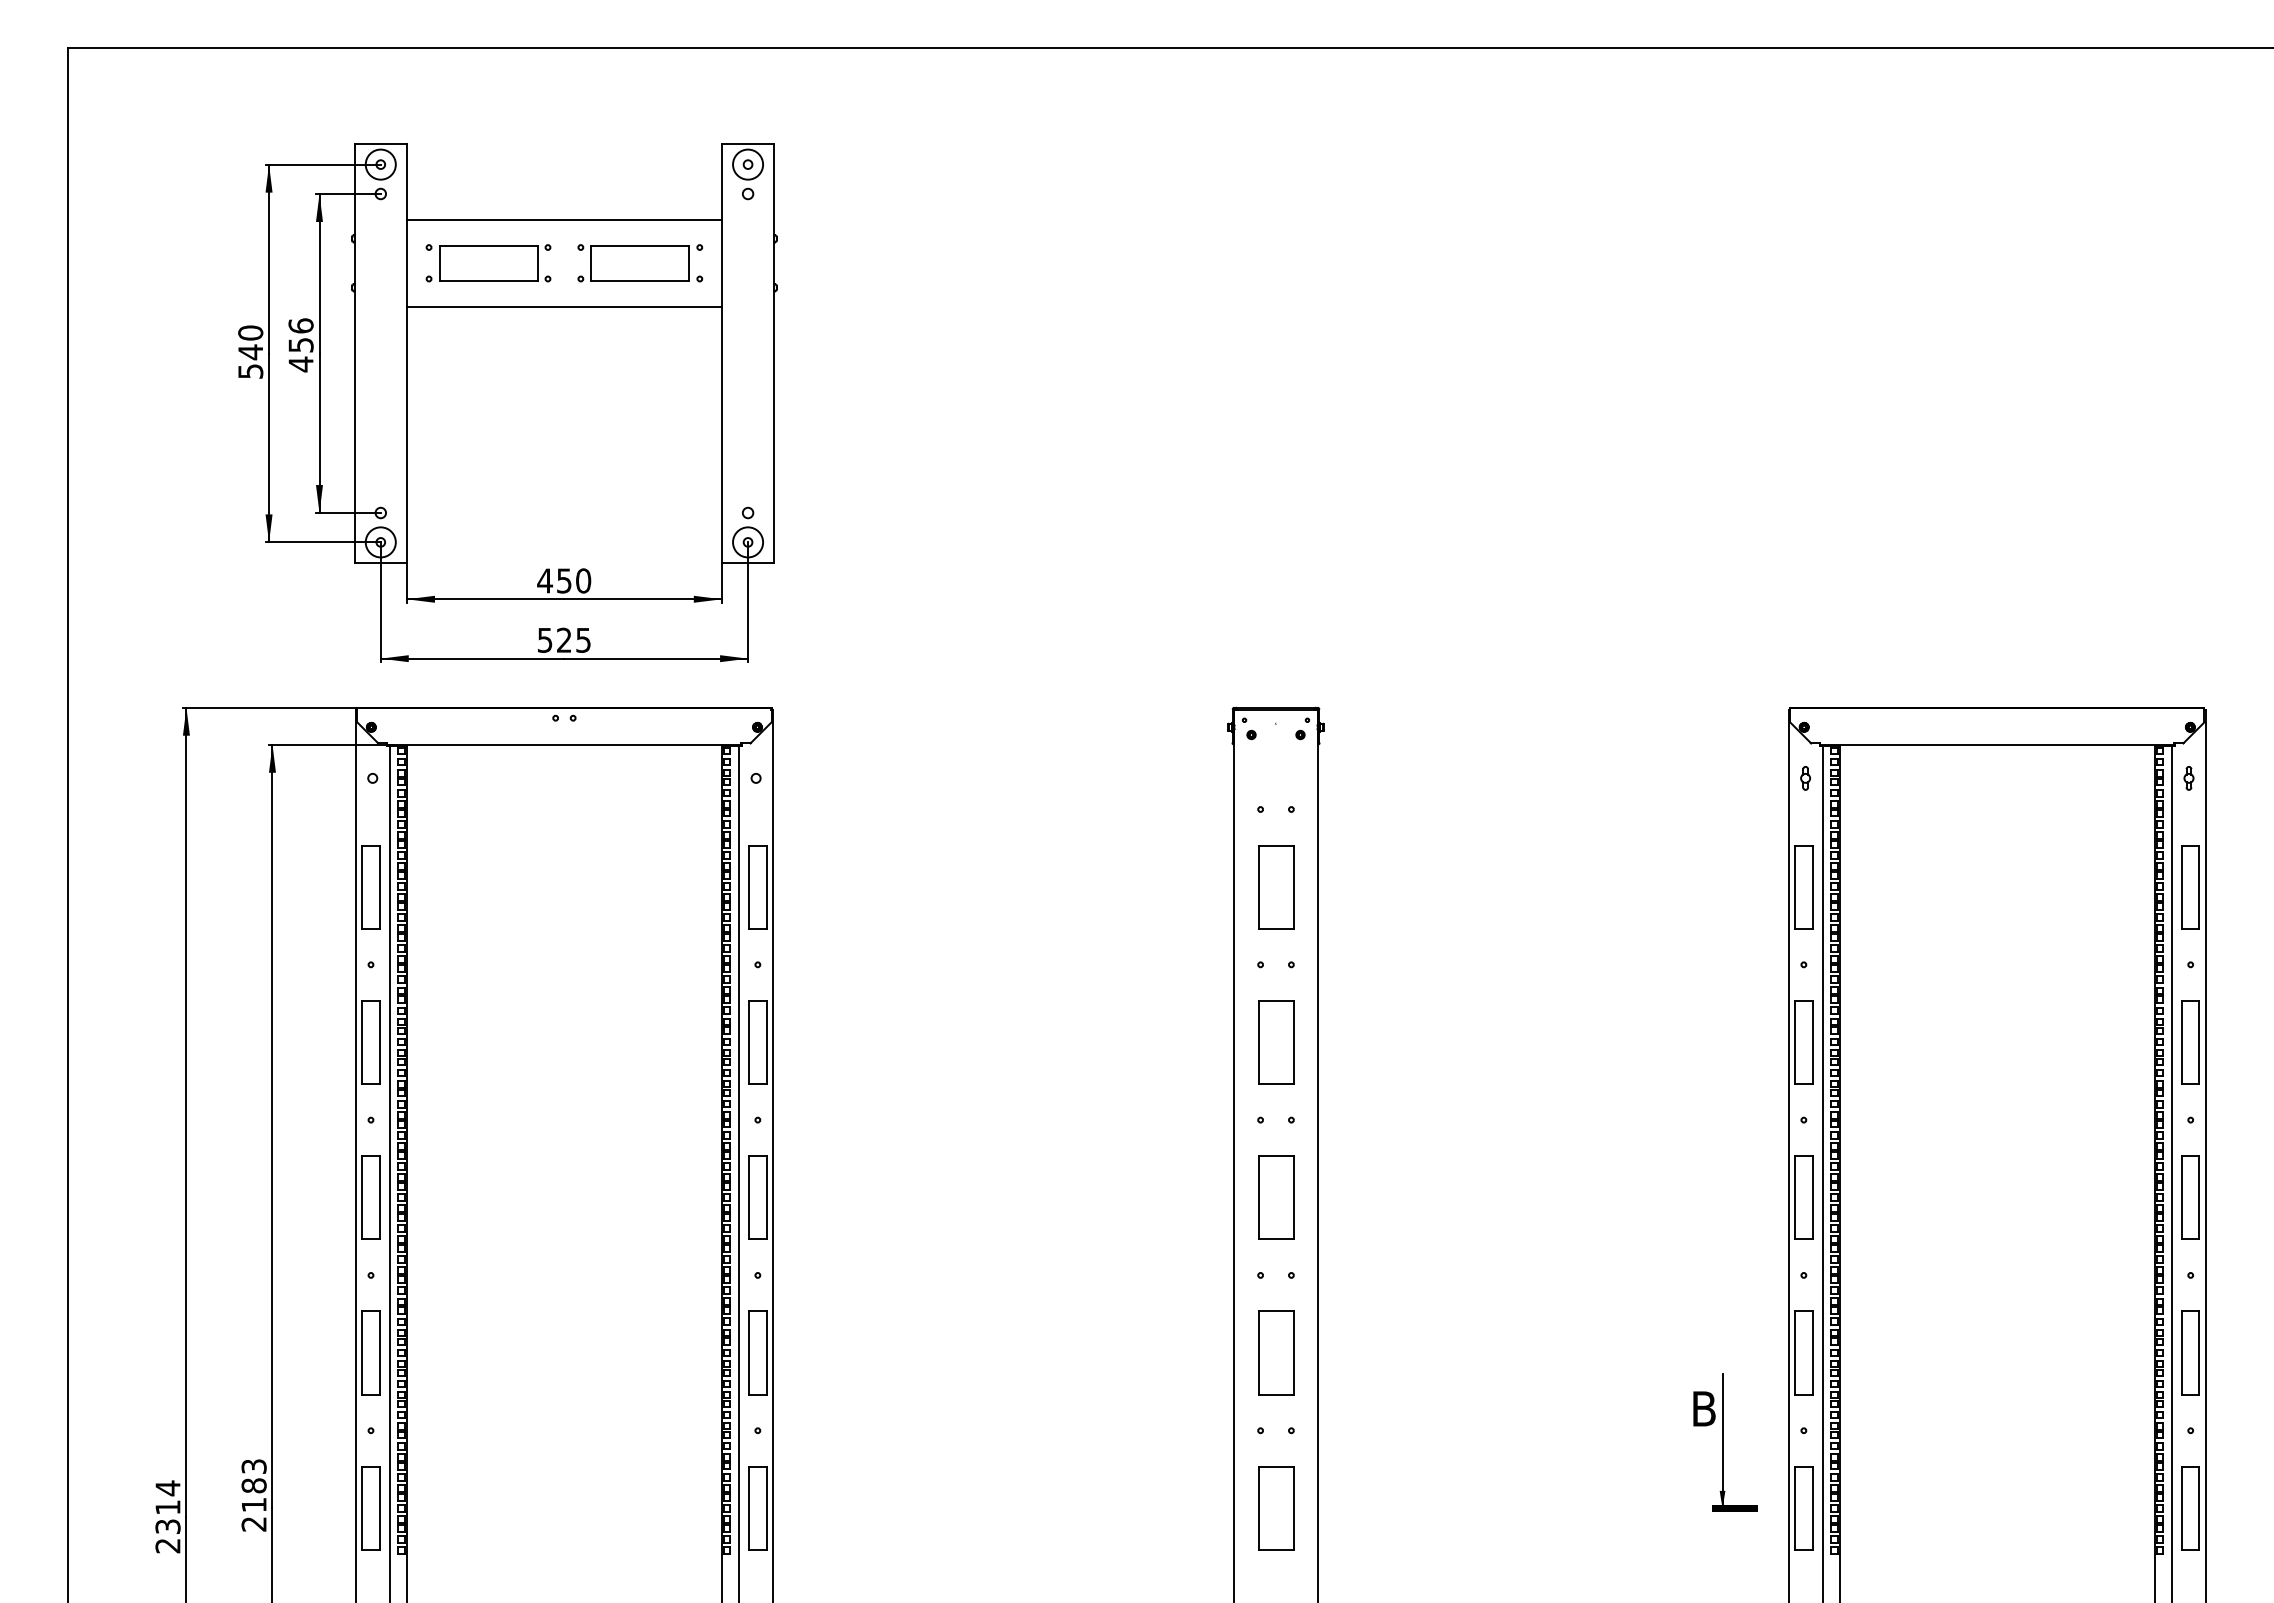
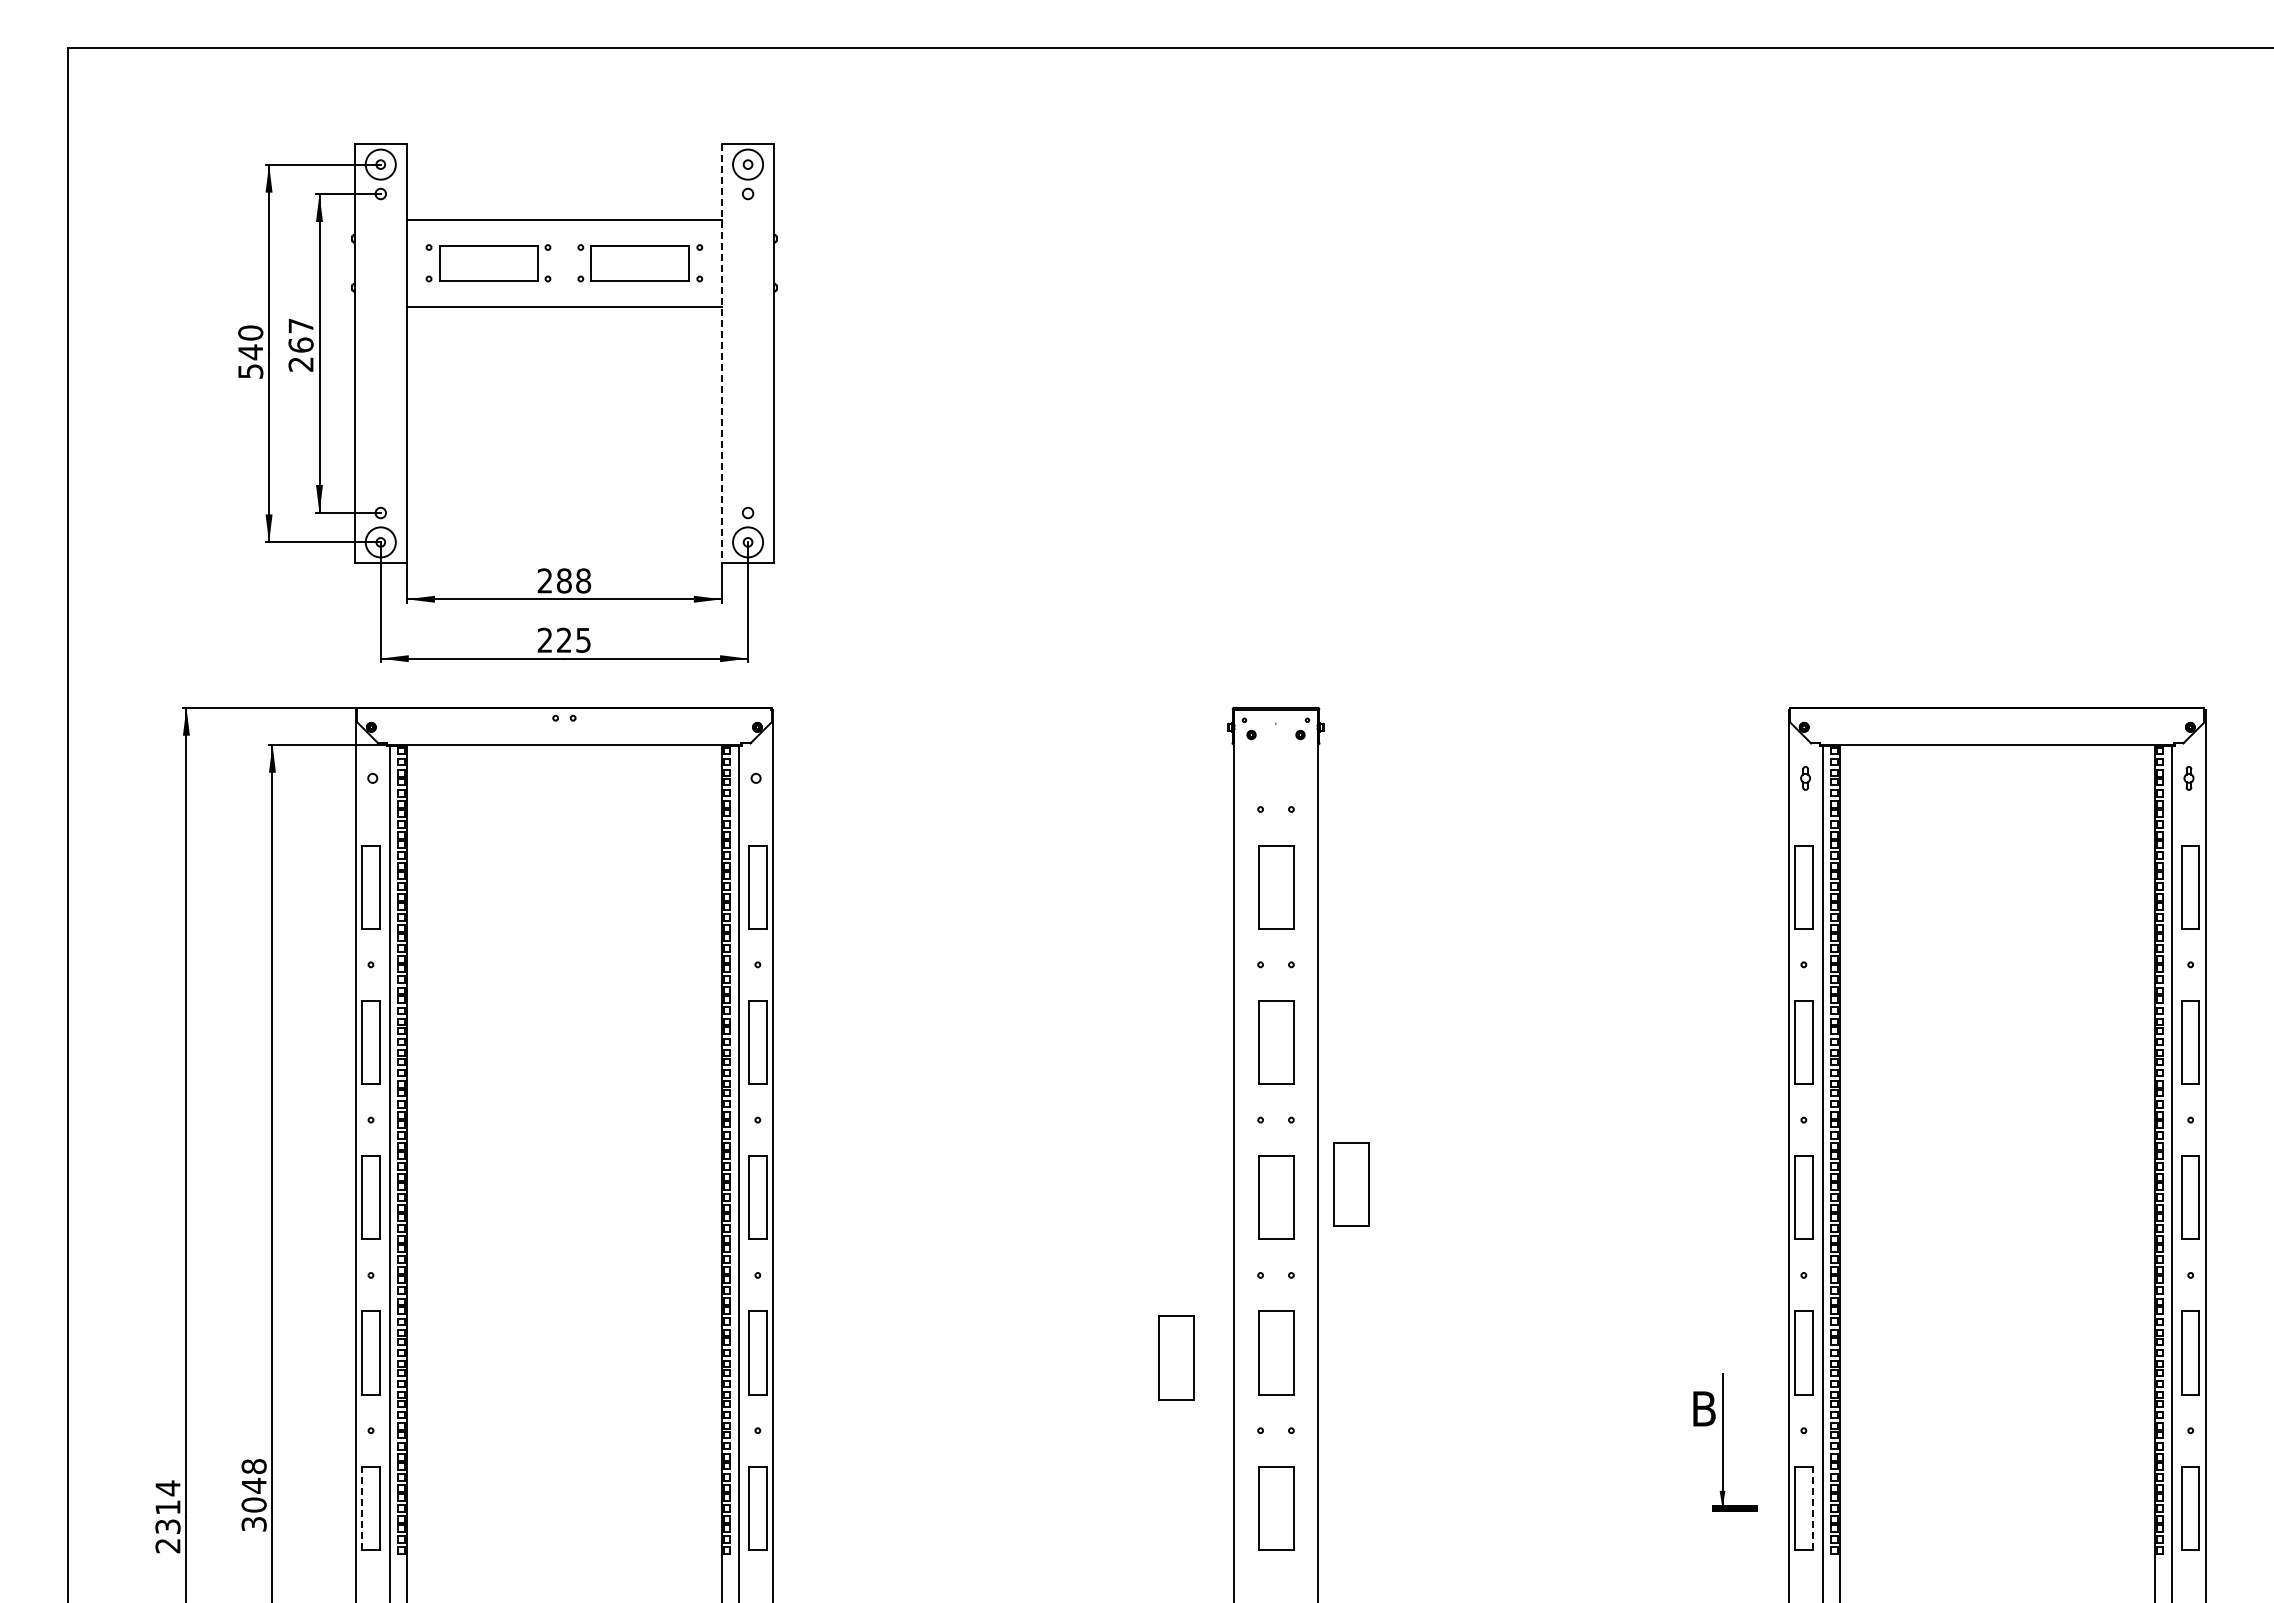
text at (300, 345): 456 -> 267
line at (721, 353): solid -> dashed
text at (564, 580): 450 -> 288
text at (544, 639): 525 -> 225
part at (1351, 1184): none -> present
part at (1176, 1357): none -> present
text at (253, 1495): 2183 -> 3048
line at (362, 1508): solid -> dashed
line at (1812, 1508): solid -> dashed
